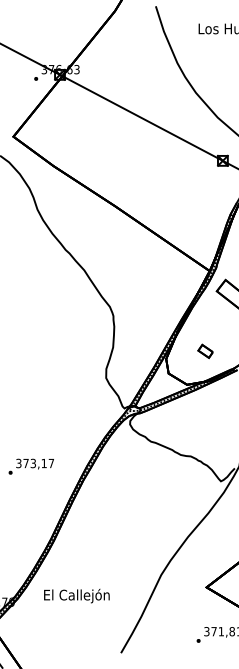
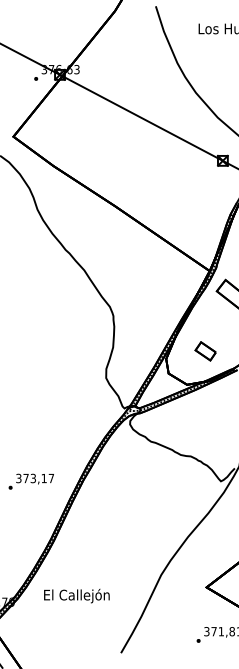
part at (205, 351) size: 17x17 px -> 23x21 px
text at (30, 466) position: (30, 466) -> (30, 481)
